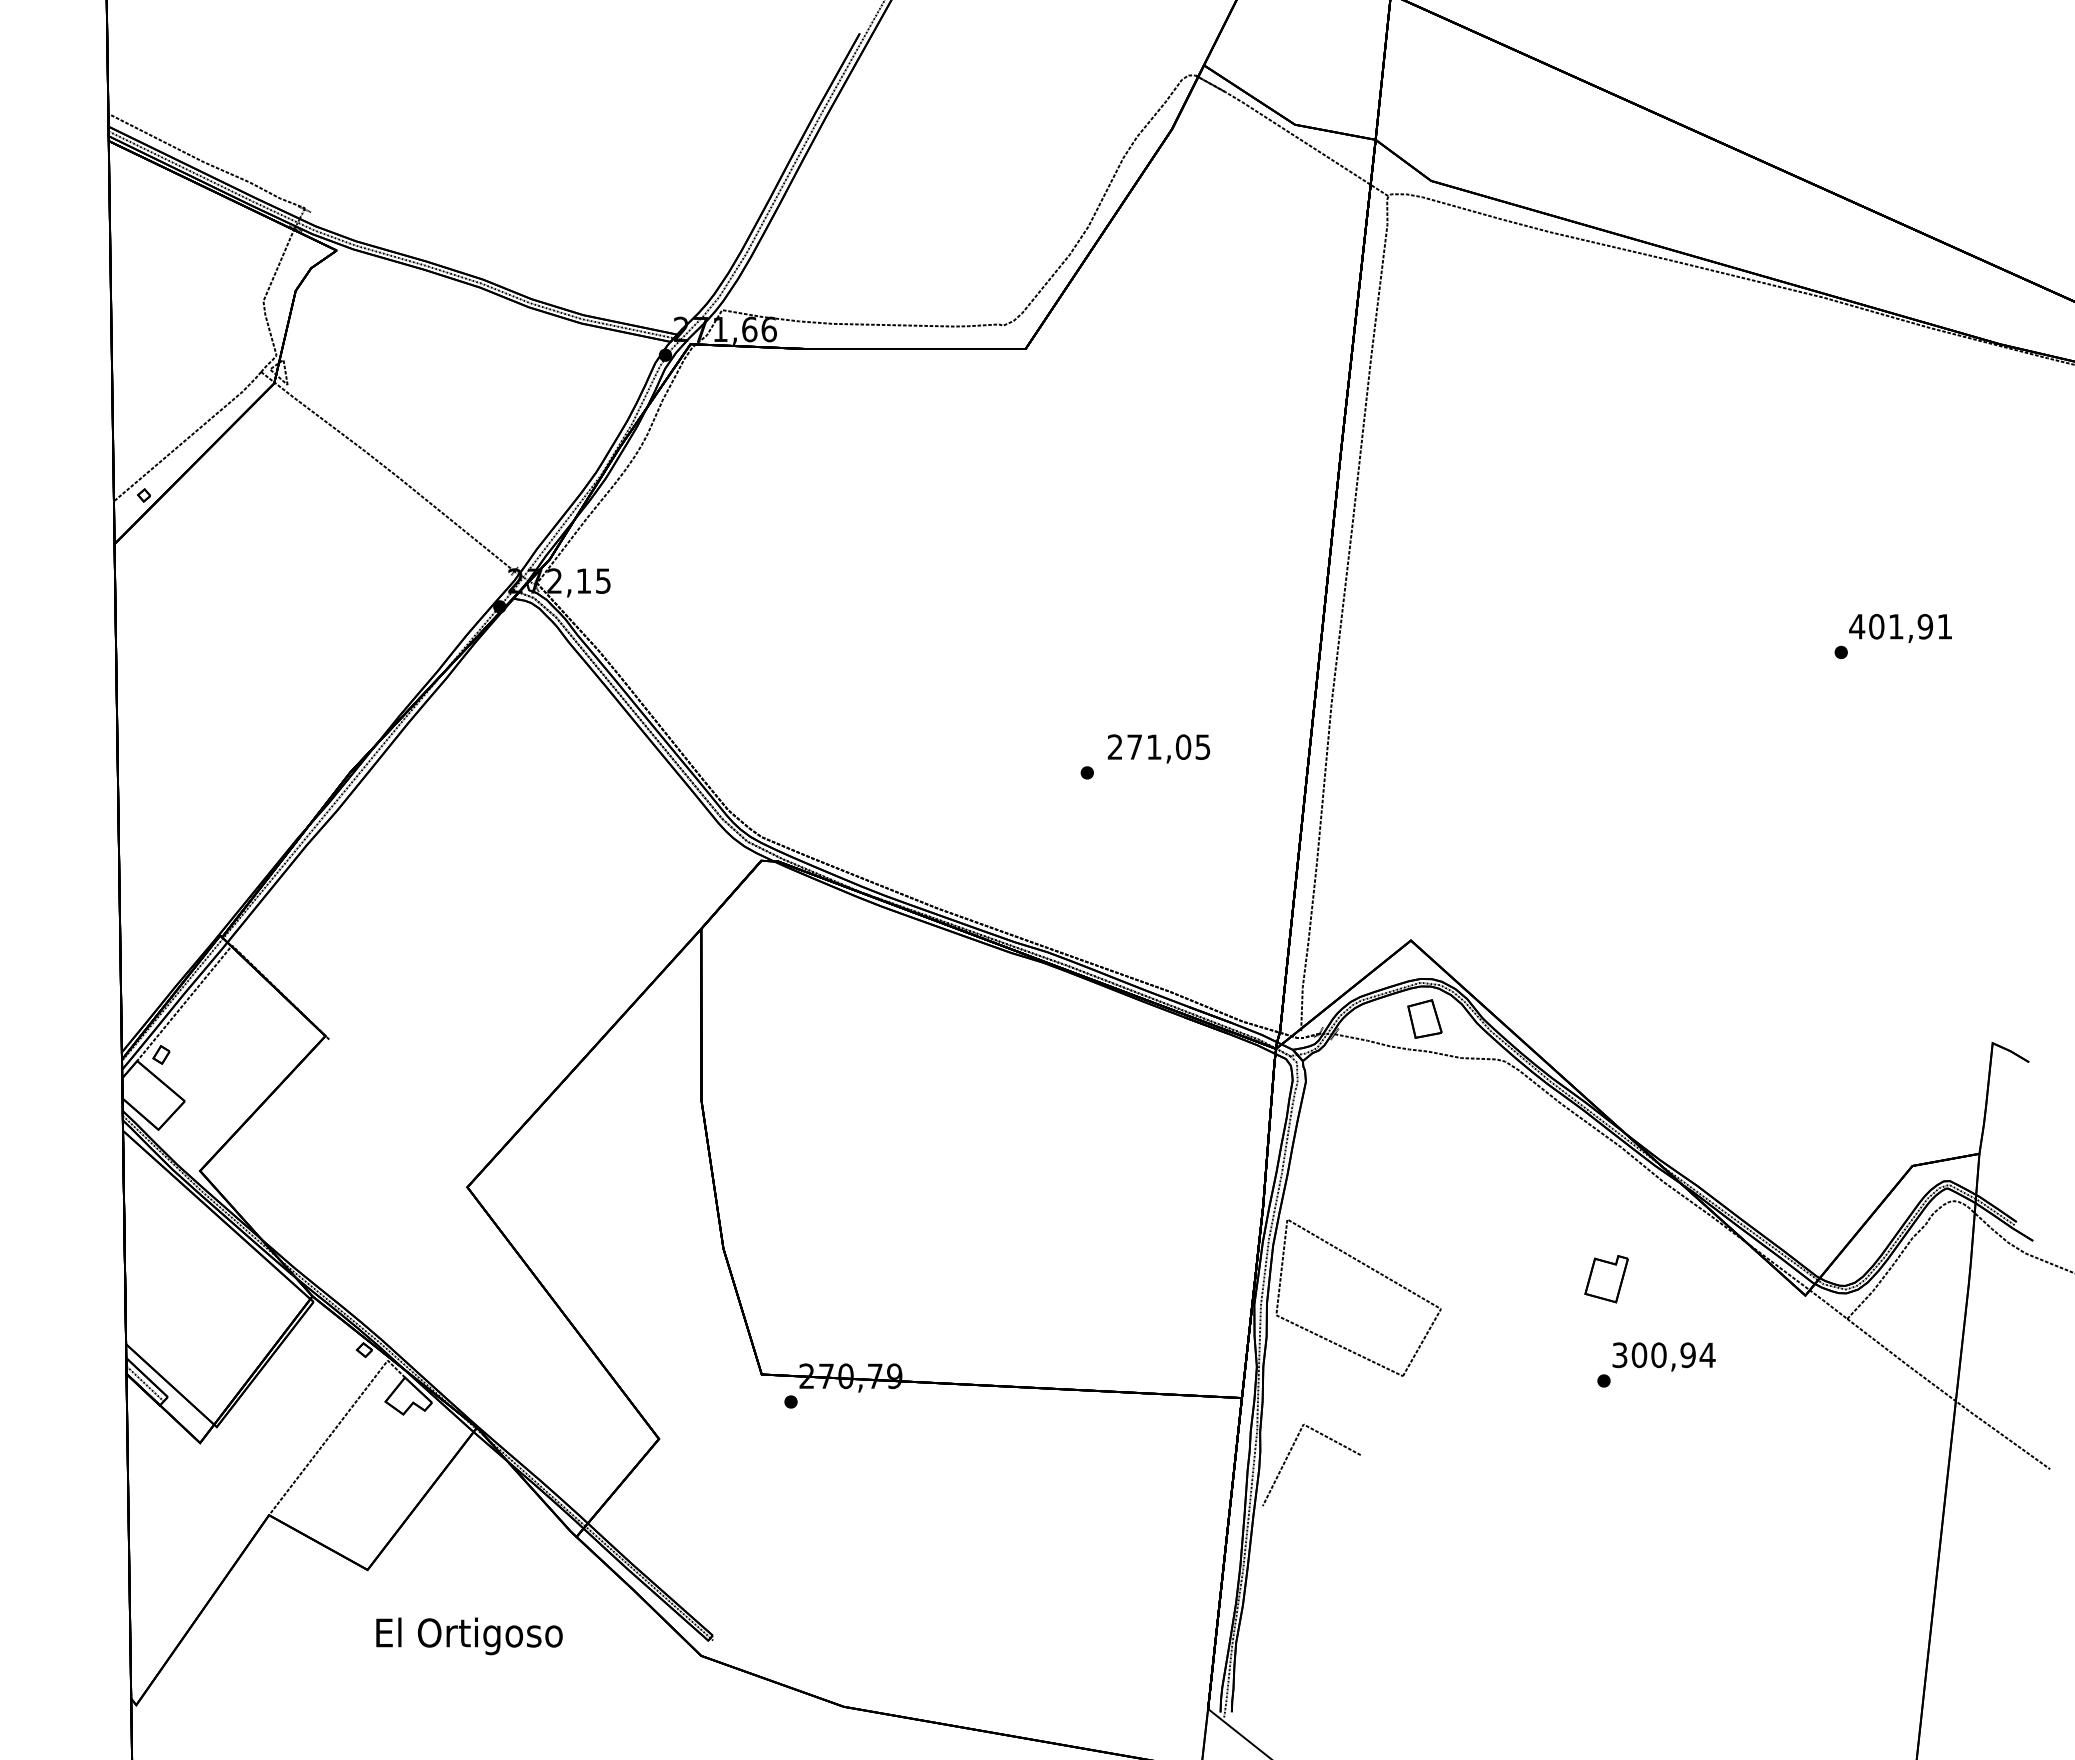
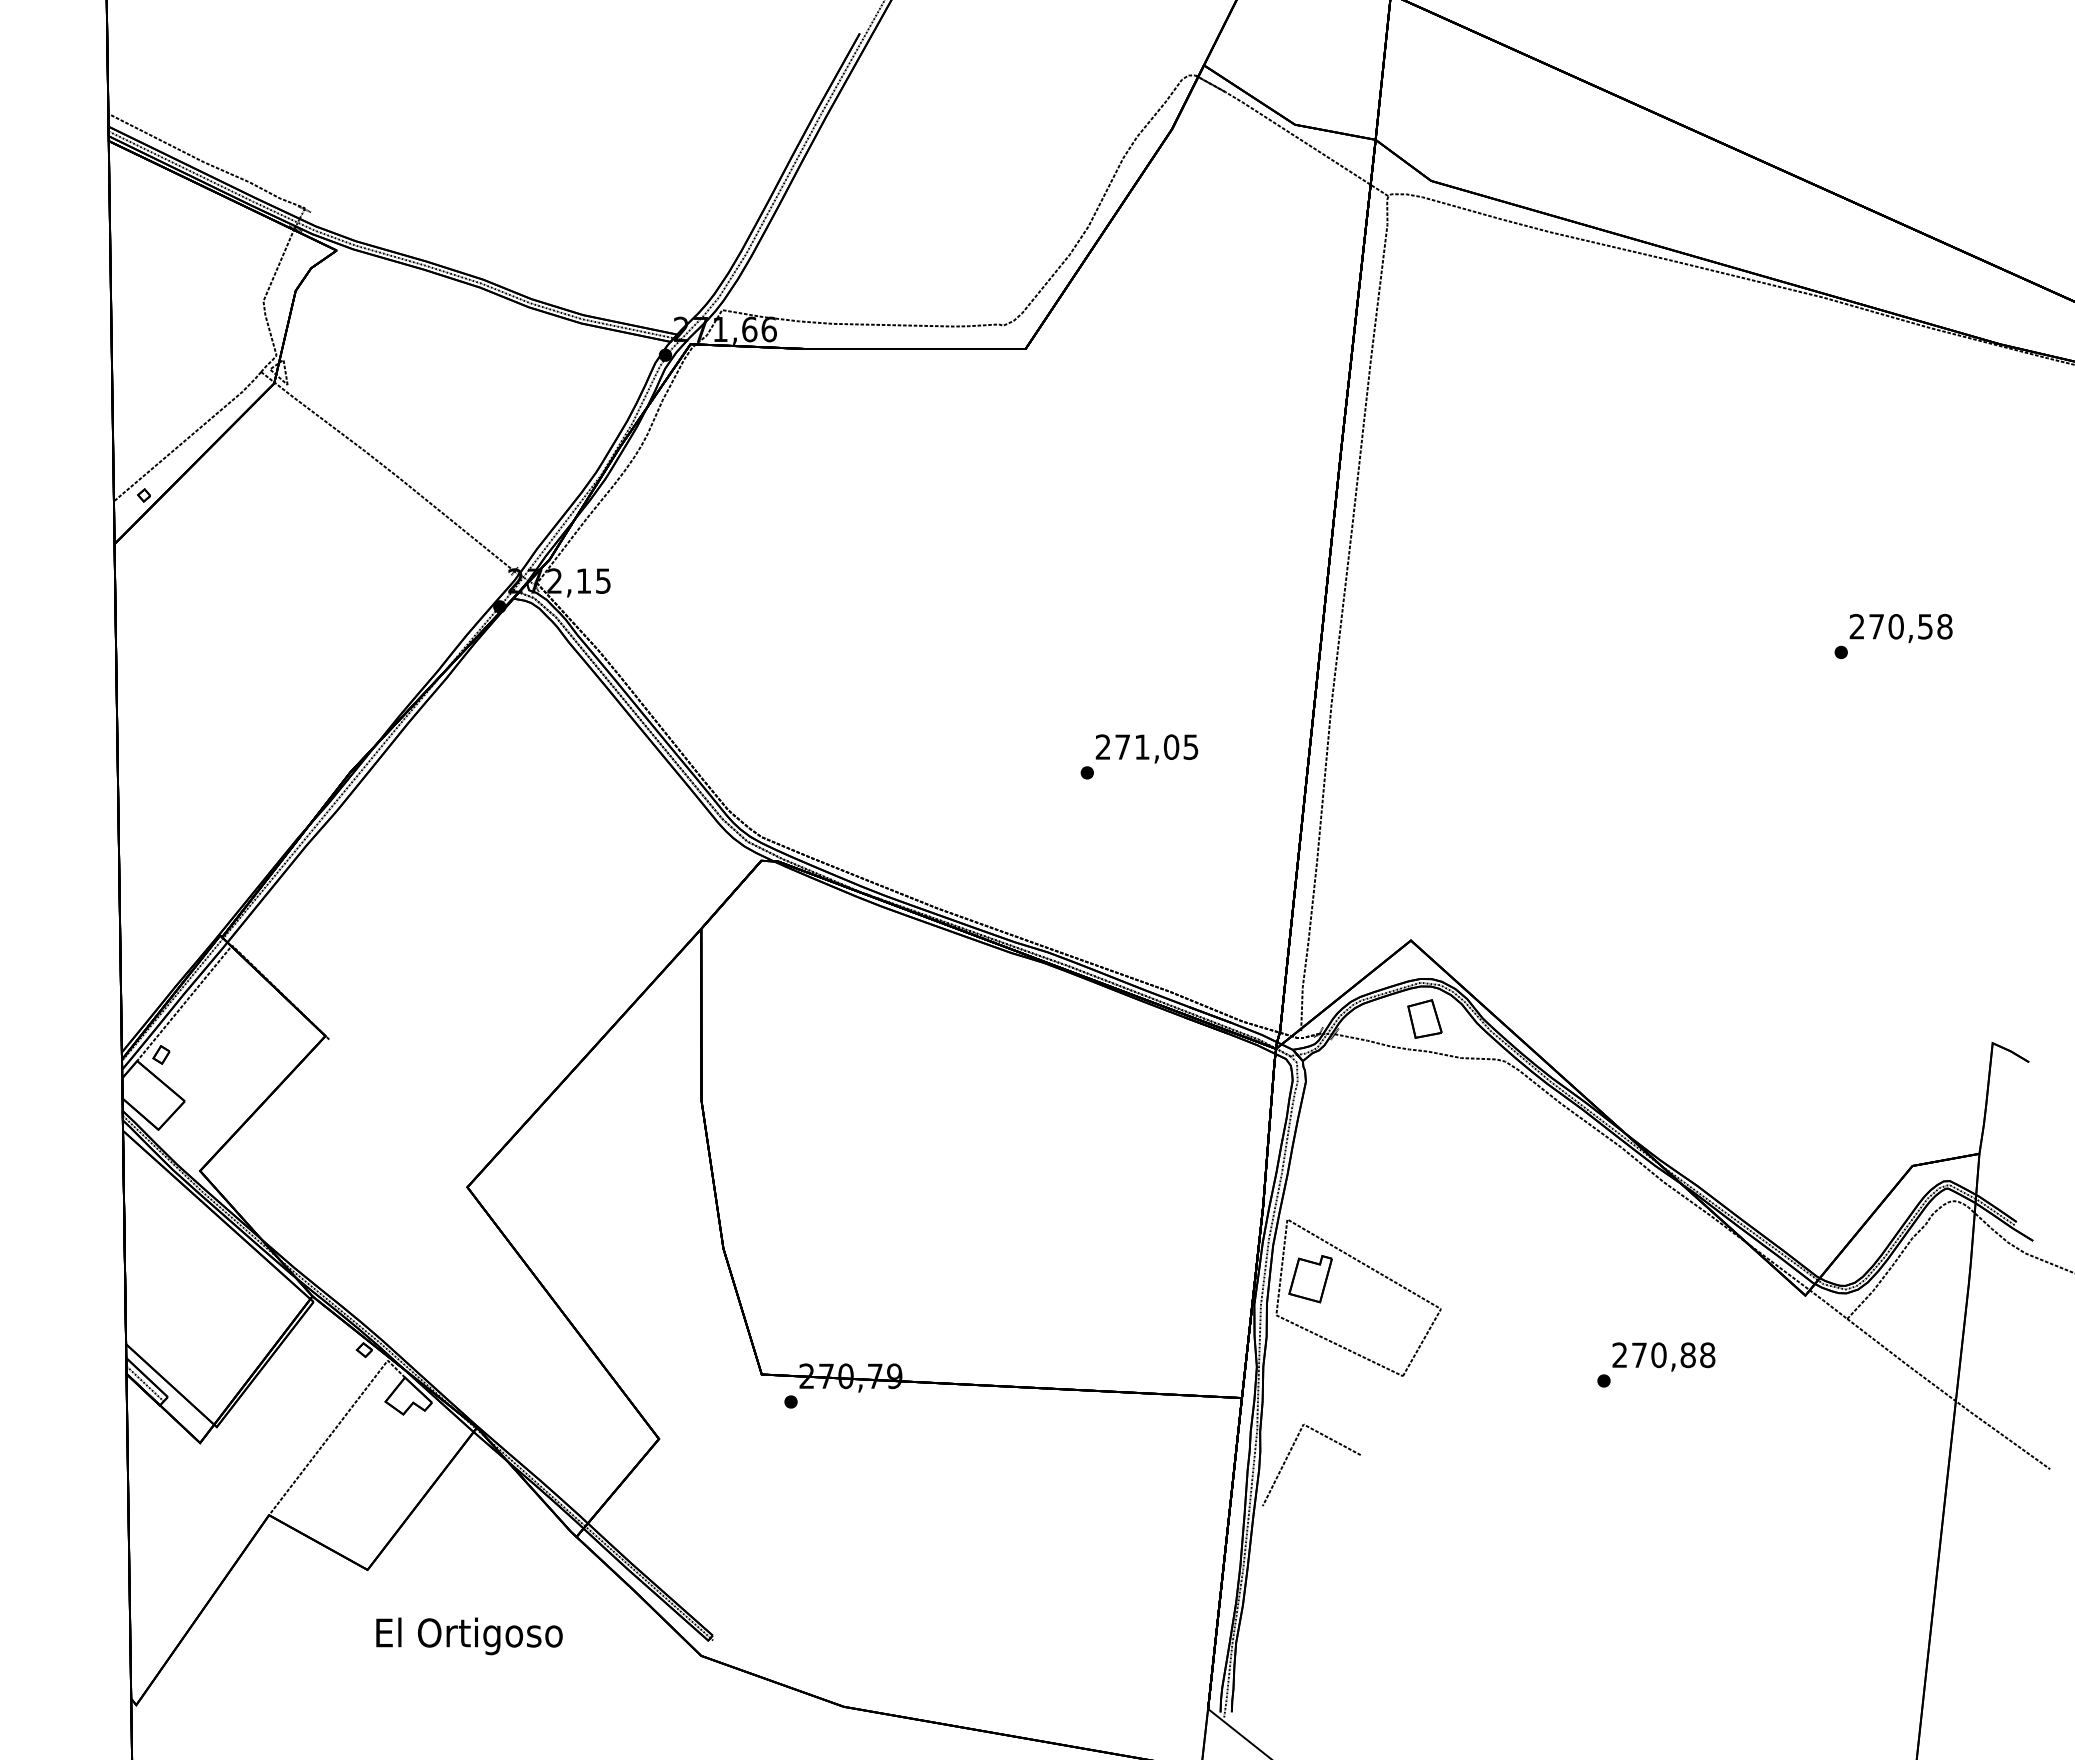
text at (1900, 626): 401,91 -> 270,58
text at (1158, 748) position: (1158, 748) -> (1146, 748)
part at (1606, 1279) position: (1606, 1279) -> (1310, 1279)
text at (1663, 1355): 300,94 -> 270,88
